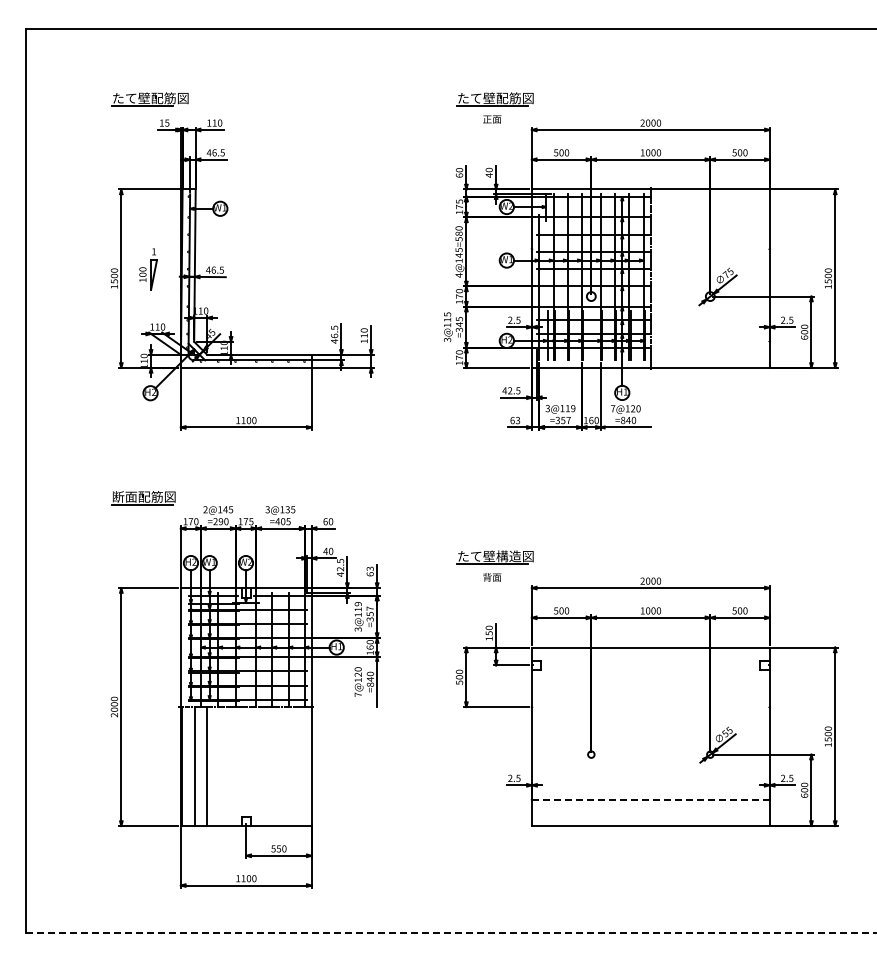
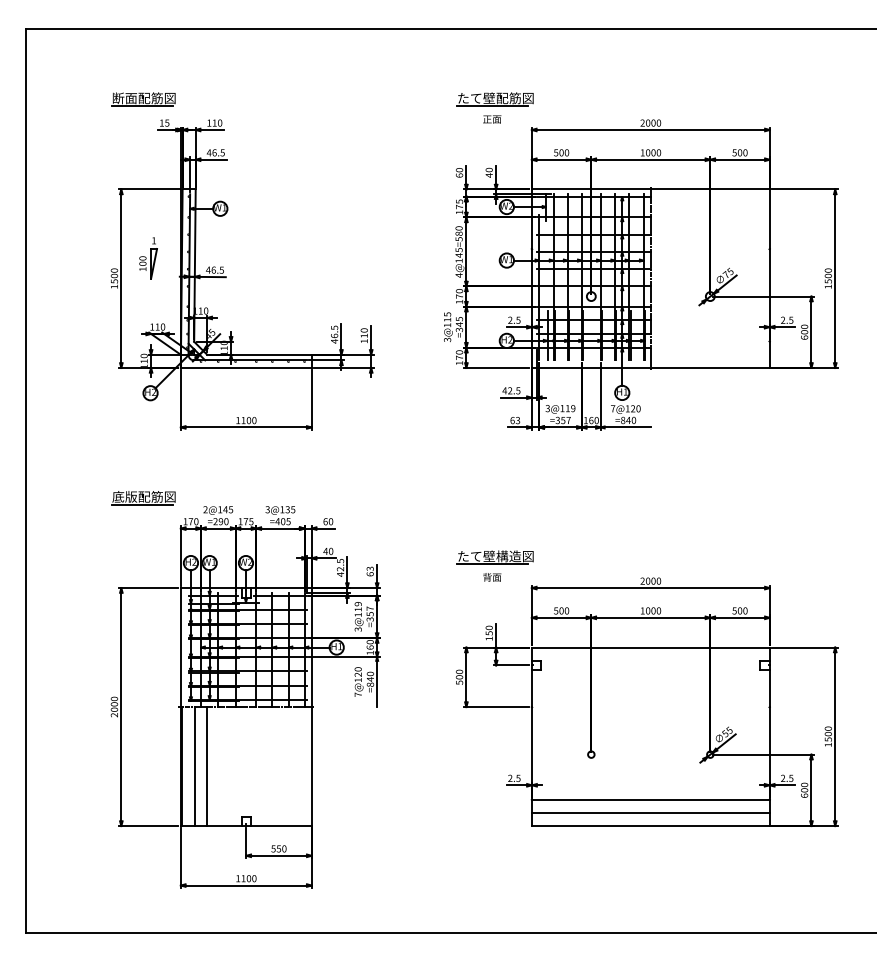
text at (150, 98): たて壁配筋図 -> 断面配筋図
part at (148, 269) position: (148, 269) -> (148, 258)
text at (124, 496): 断面配筋図 -> 底版配筋図
line at (650, 799): dashed -> solid
line at (650, 812): none -> present
line at (451, 933): dashed -> solid
